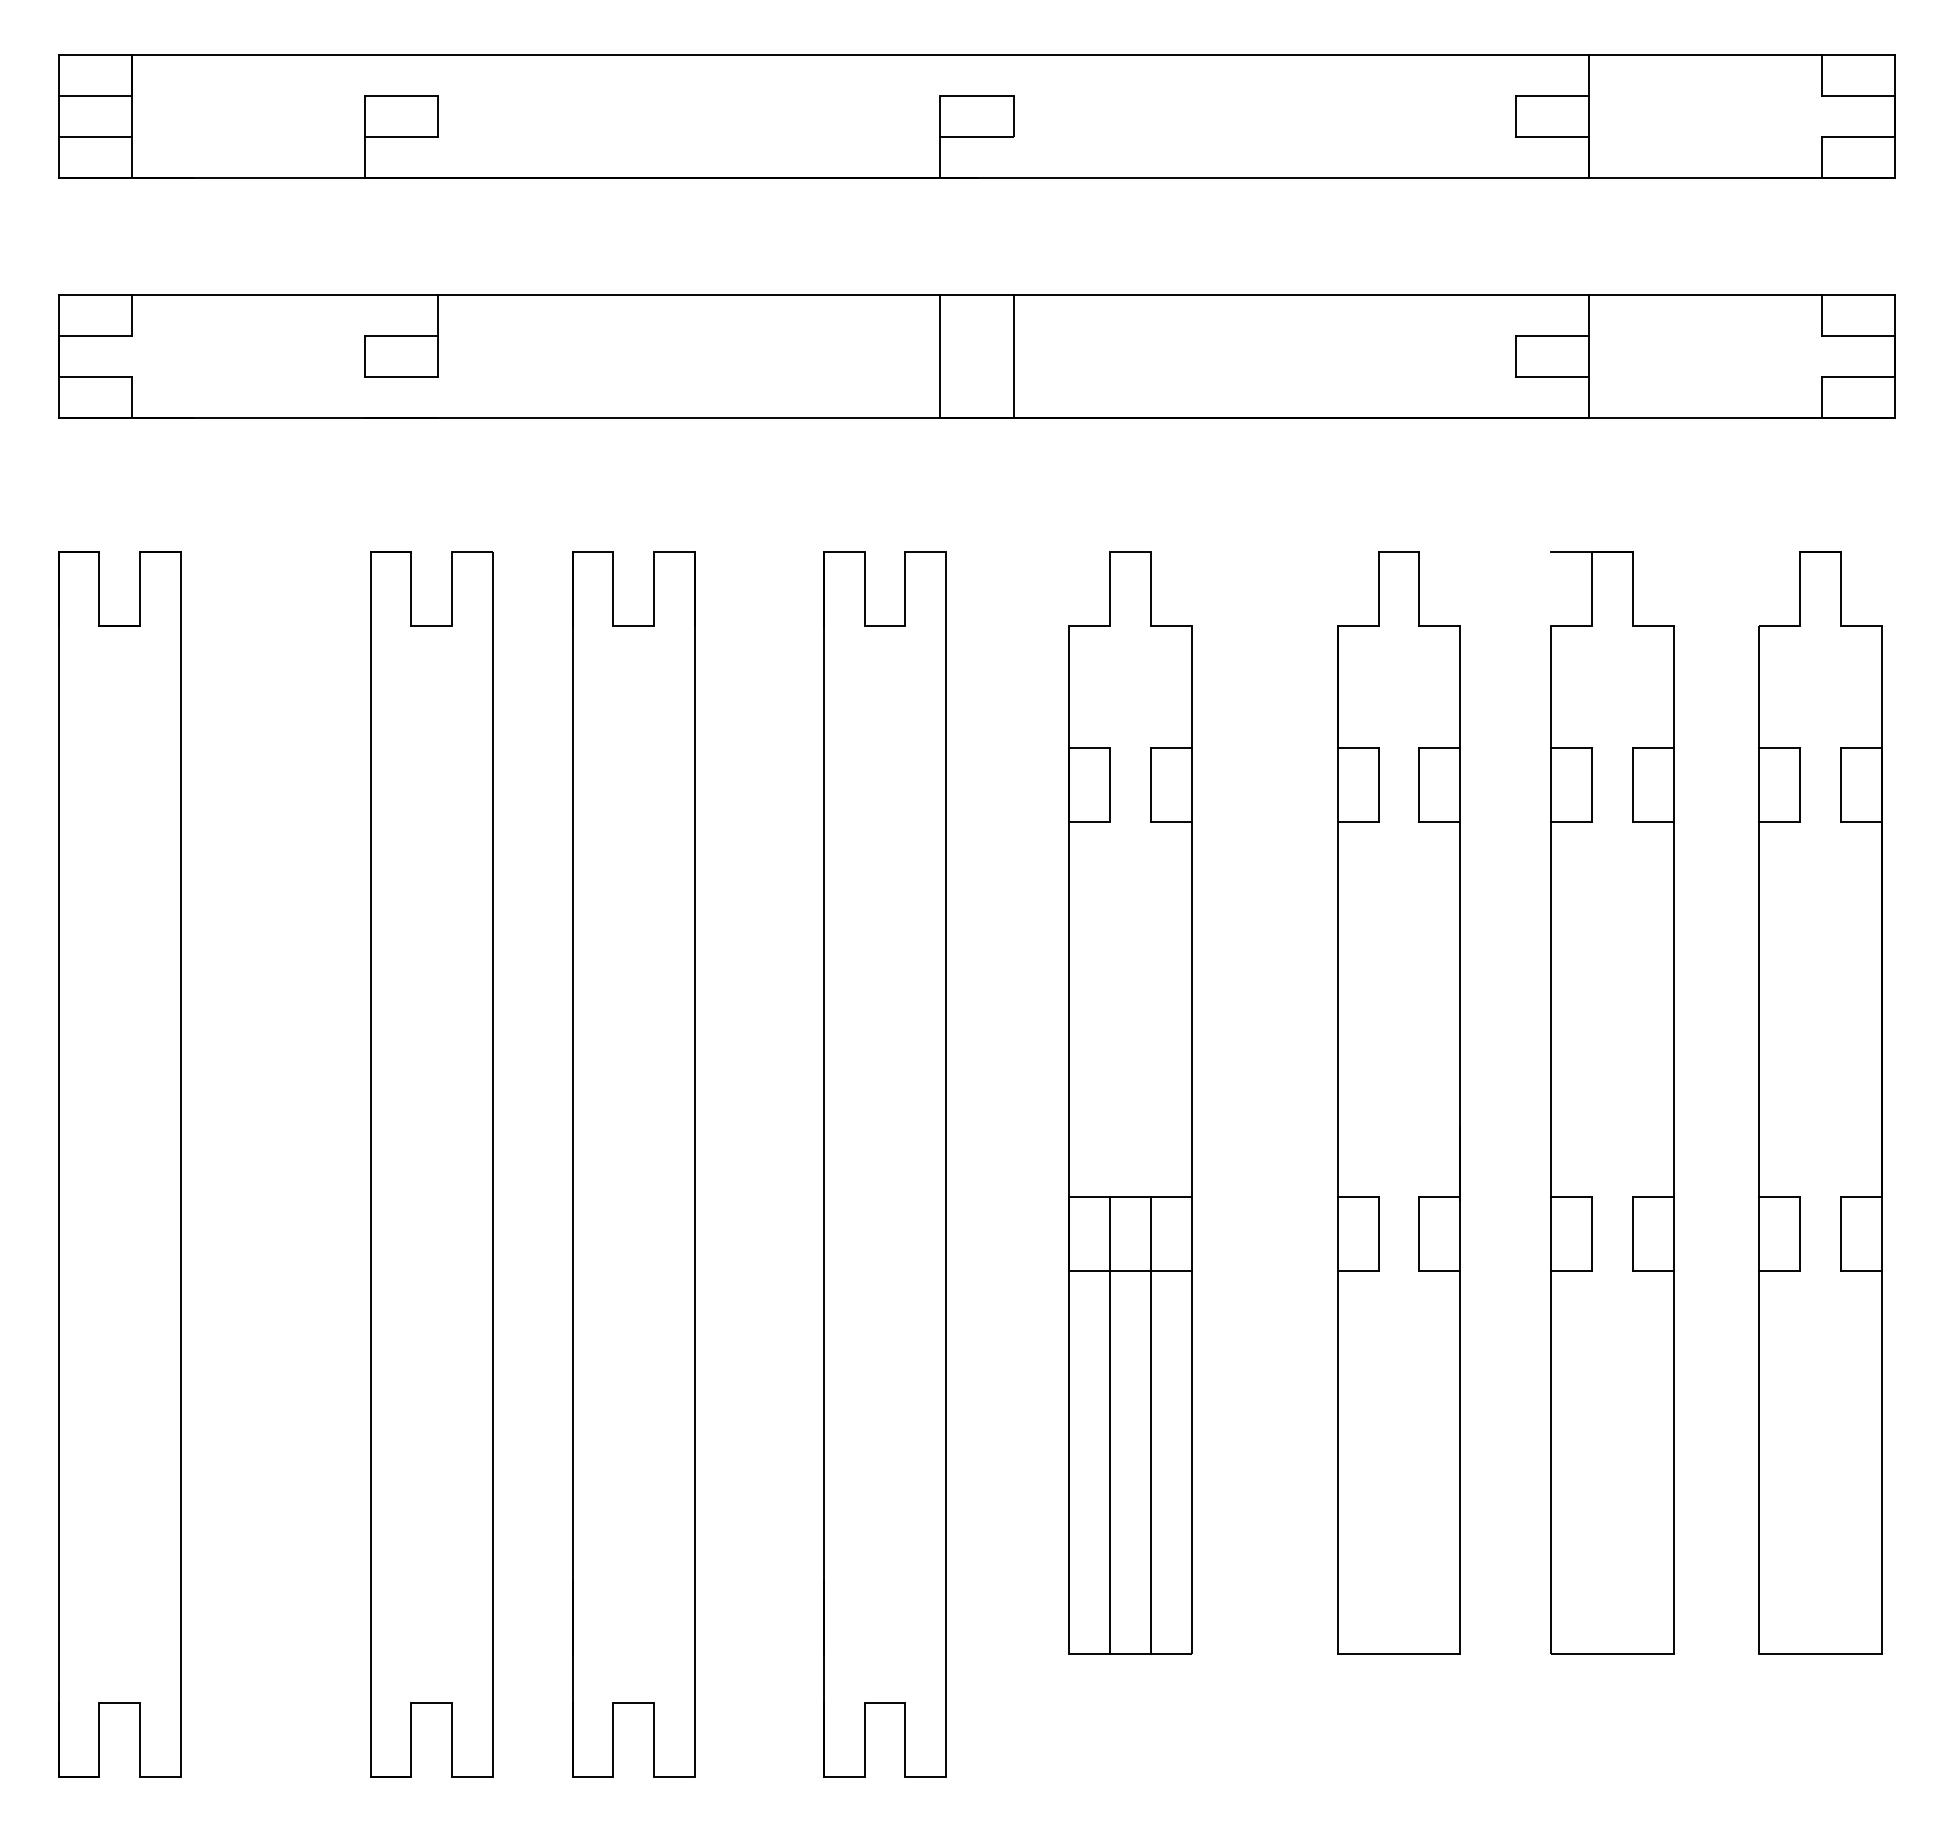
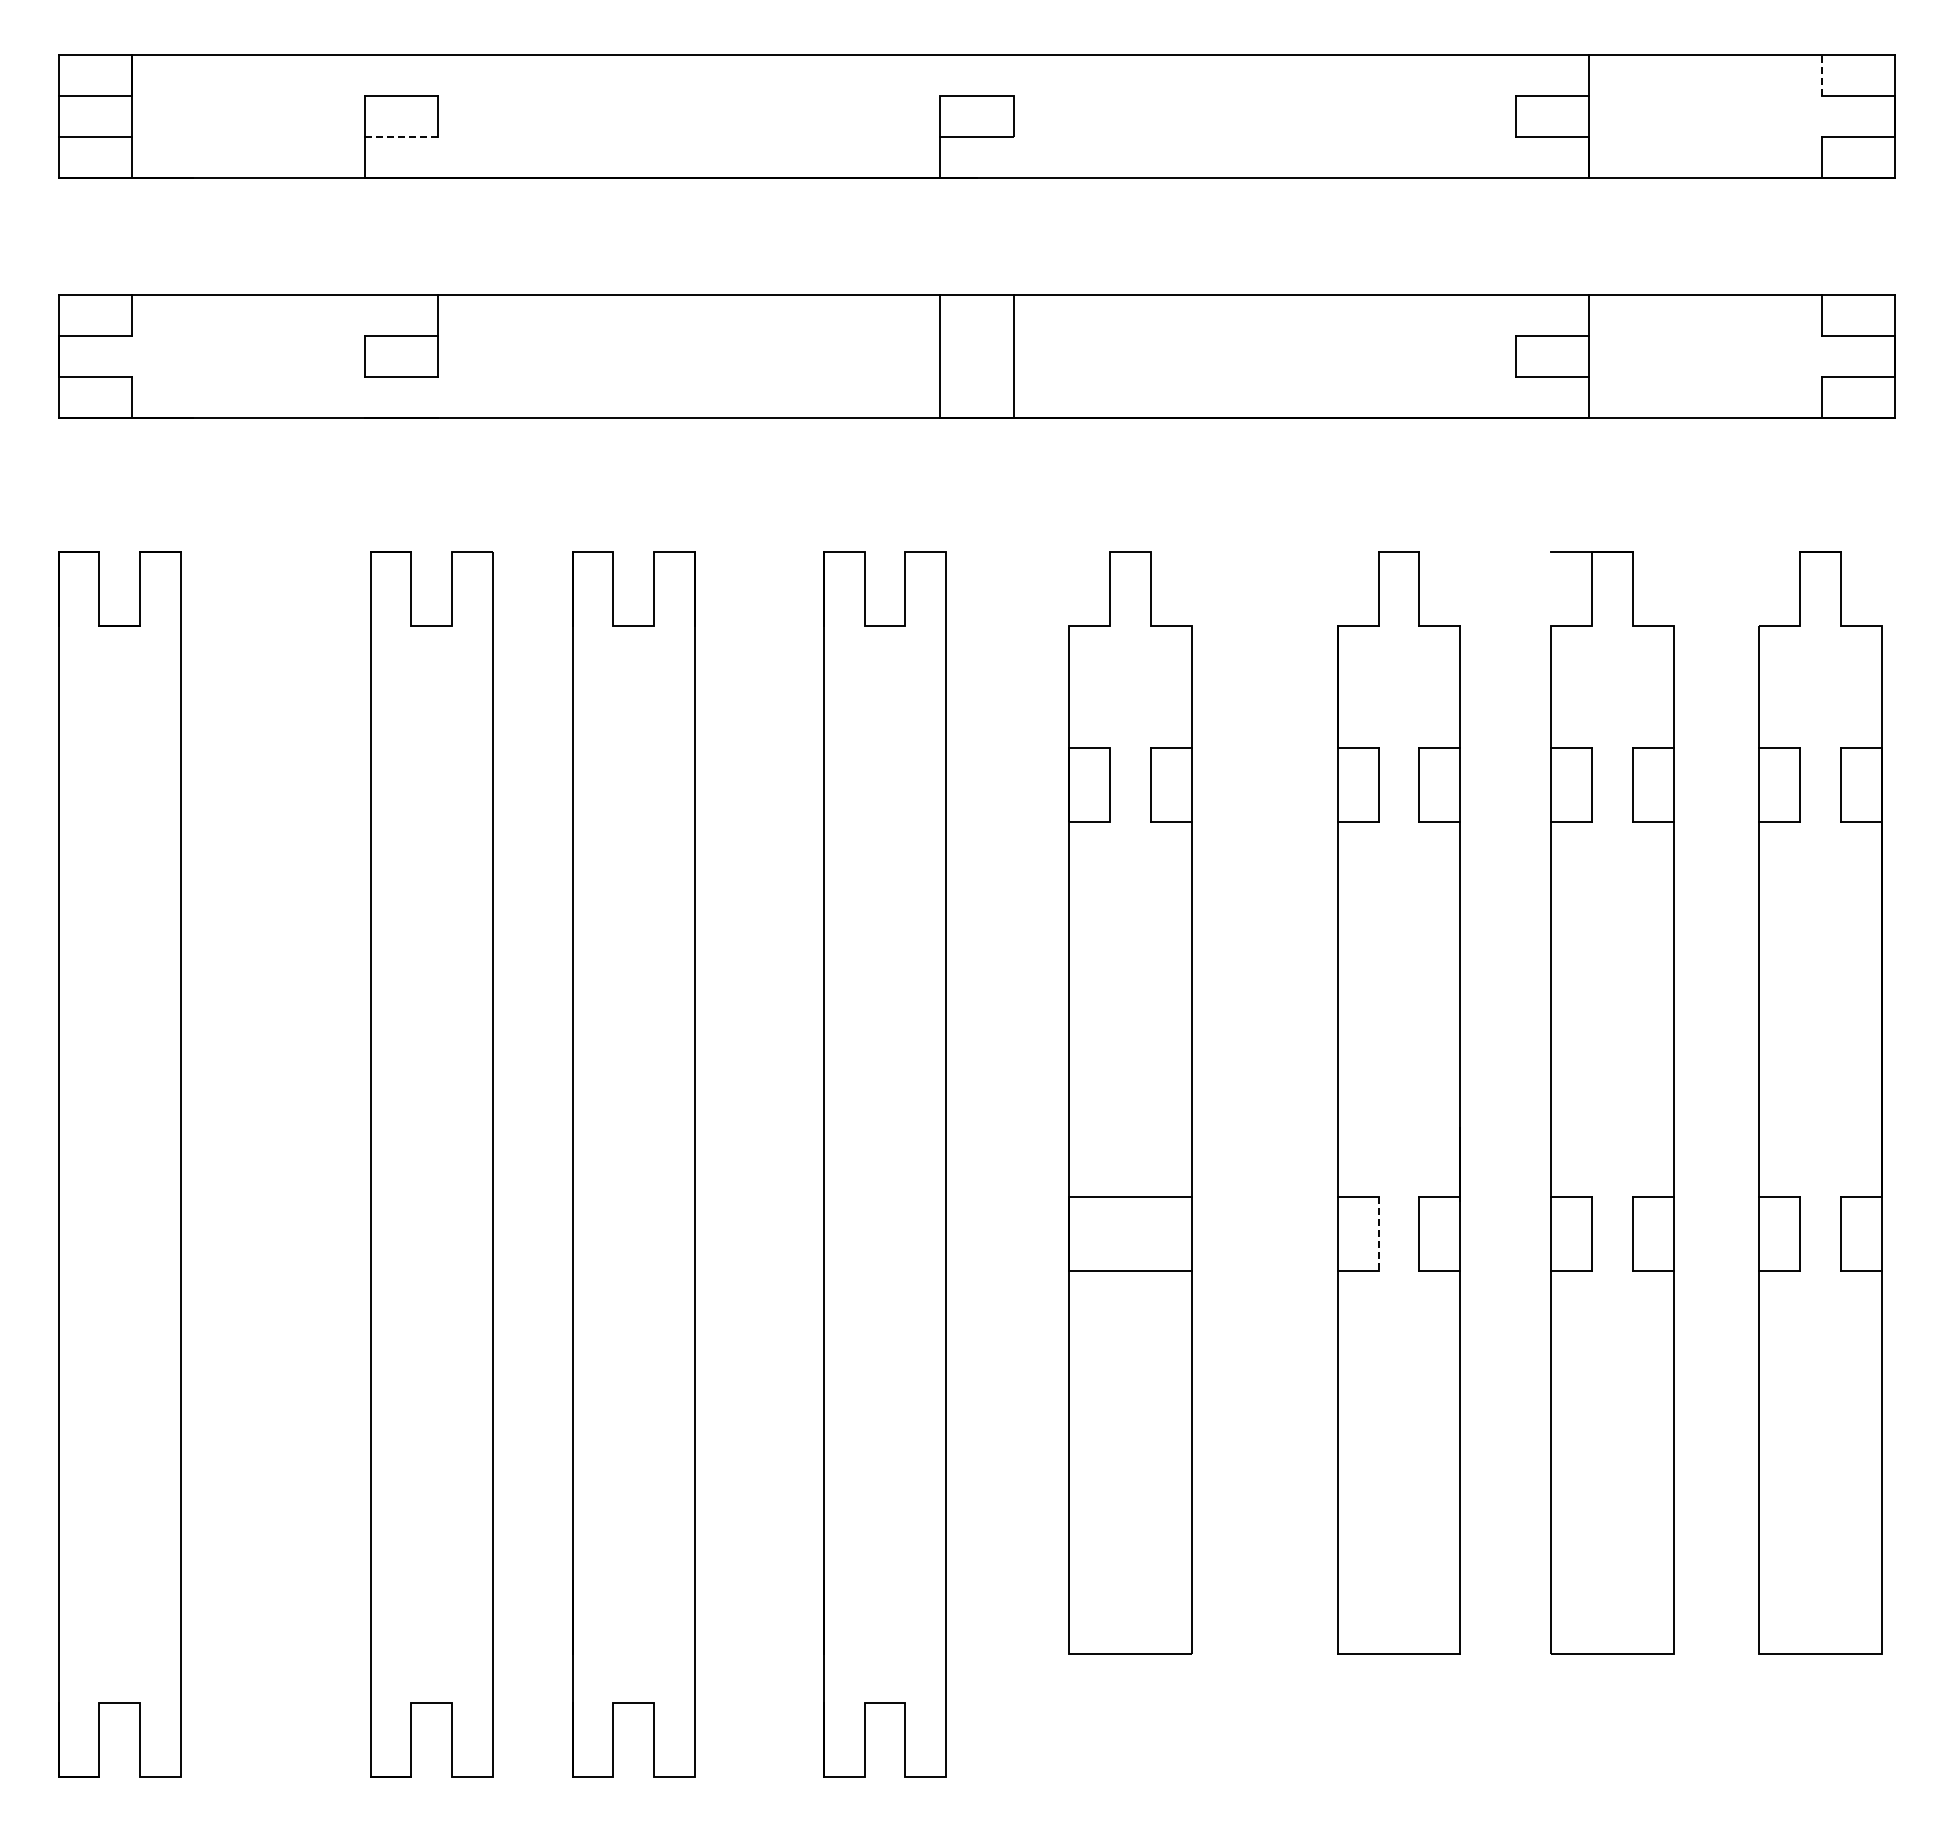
line at (1821, 75): solid -> dashed
line at (401, 136): solid -> dashed
line at (1378, 1234): solid -> dashed
line at (1110, 1425): present -> none
line at (1151, 1425): present -> none
